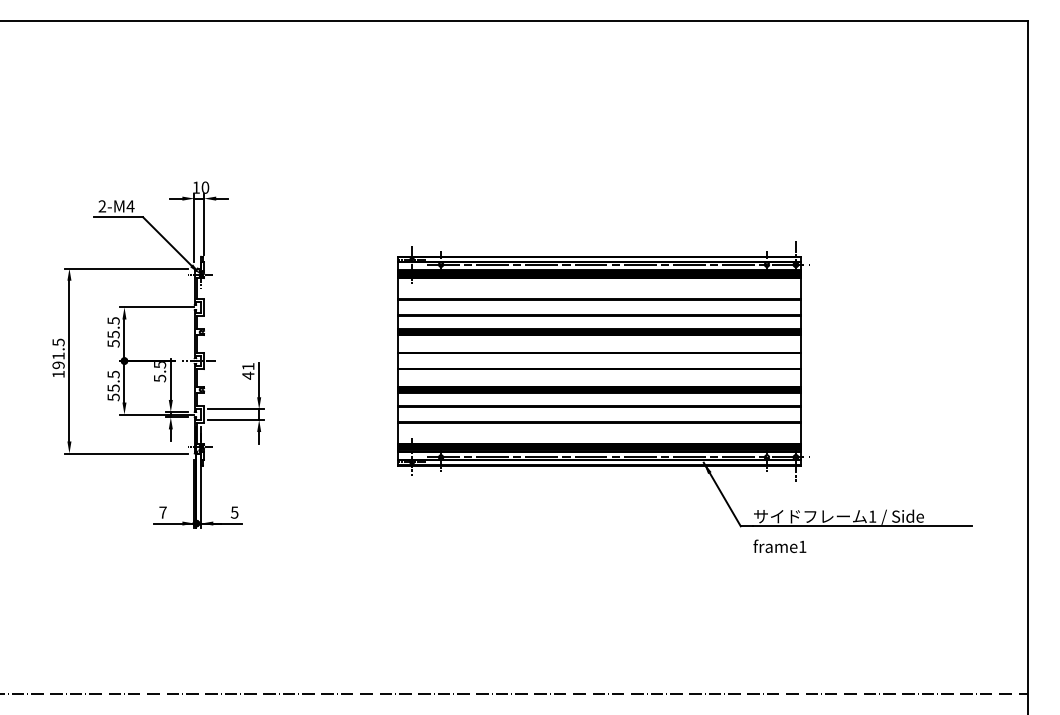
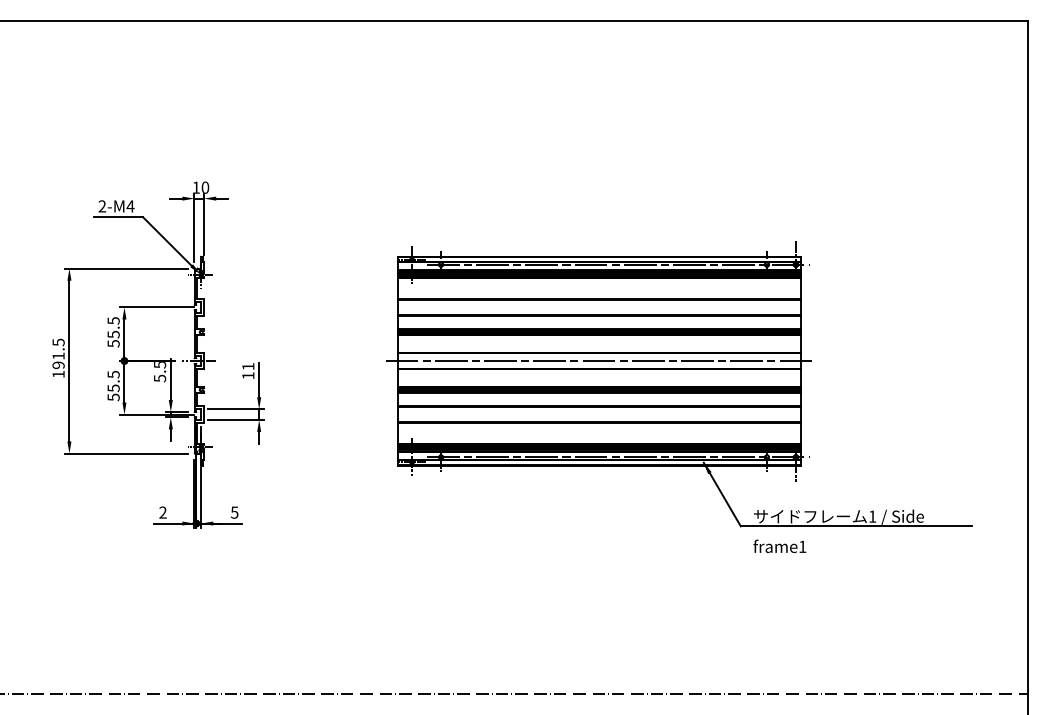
line at (598, 361): none -> present
text at (248, 375): 41 -> 11
text at (162, 512): 7 -> 2
